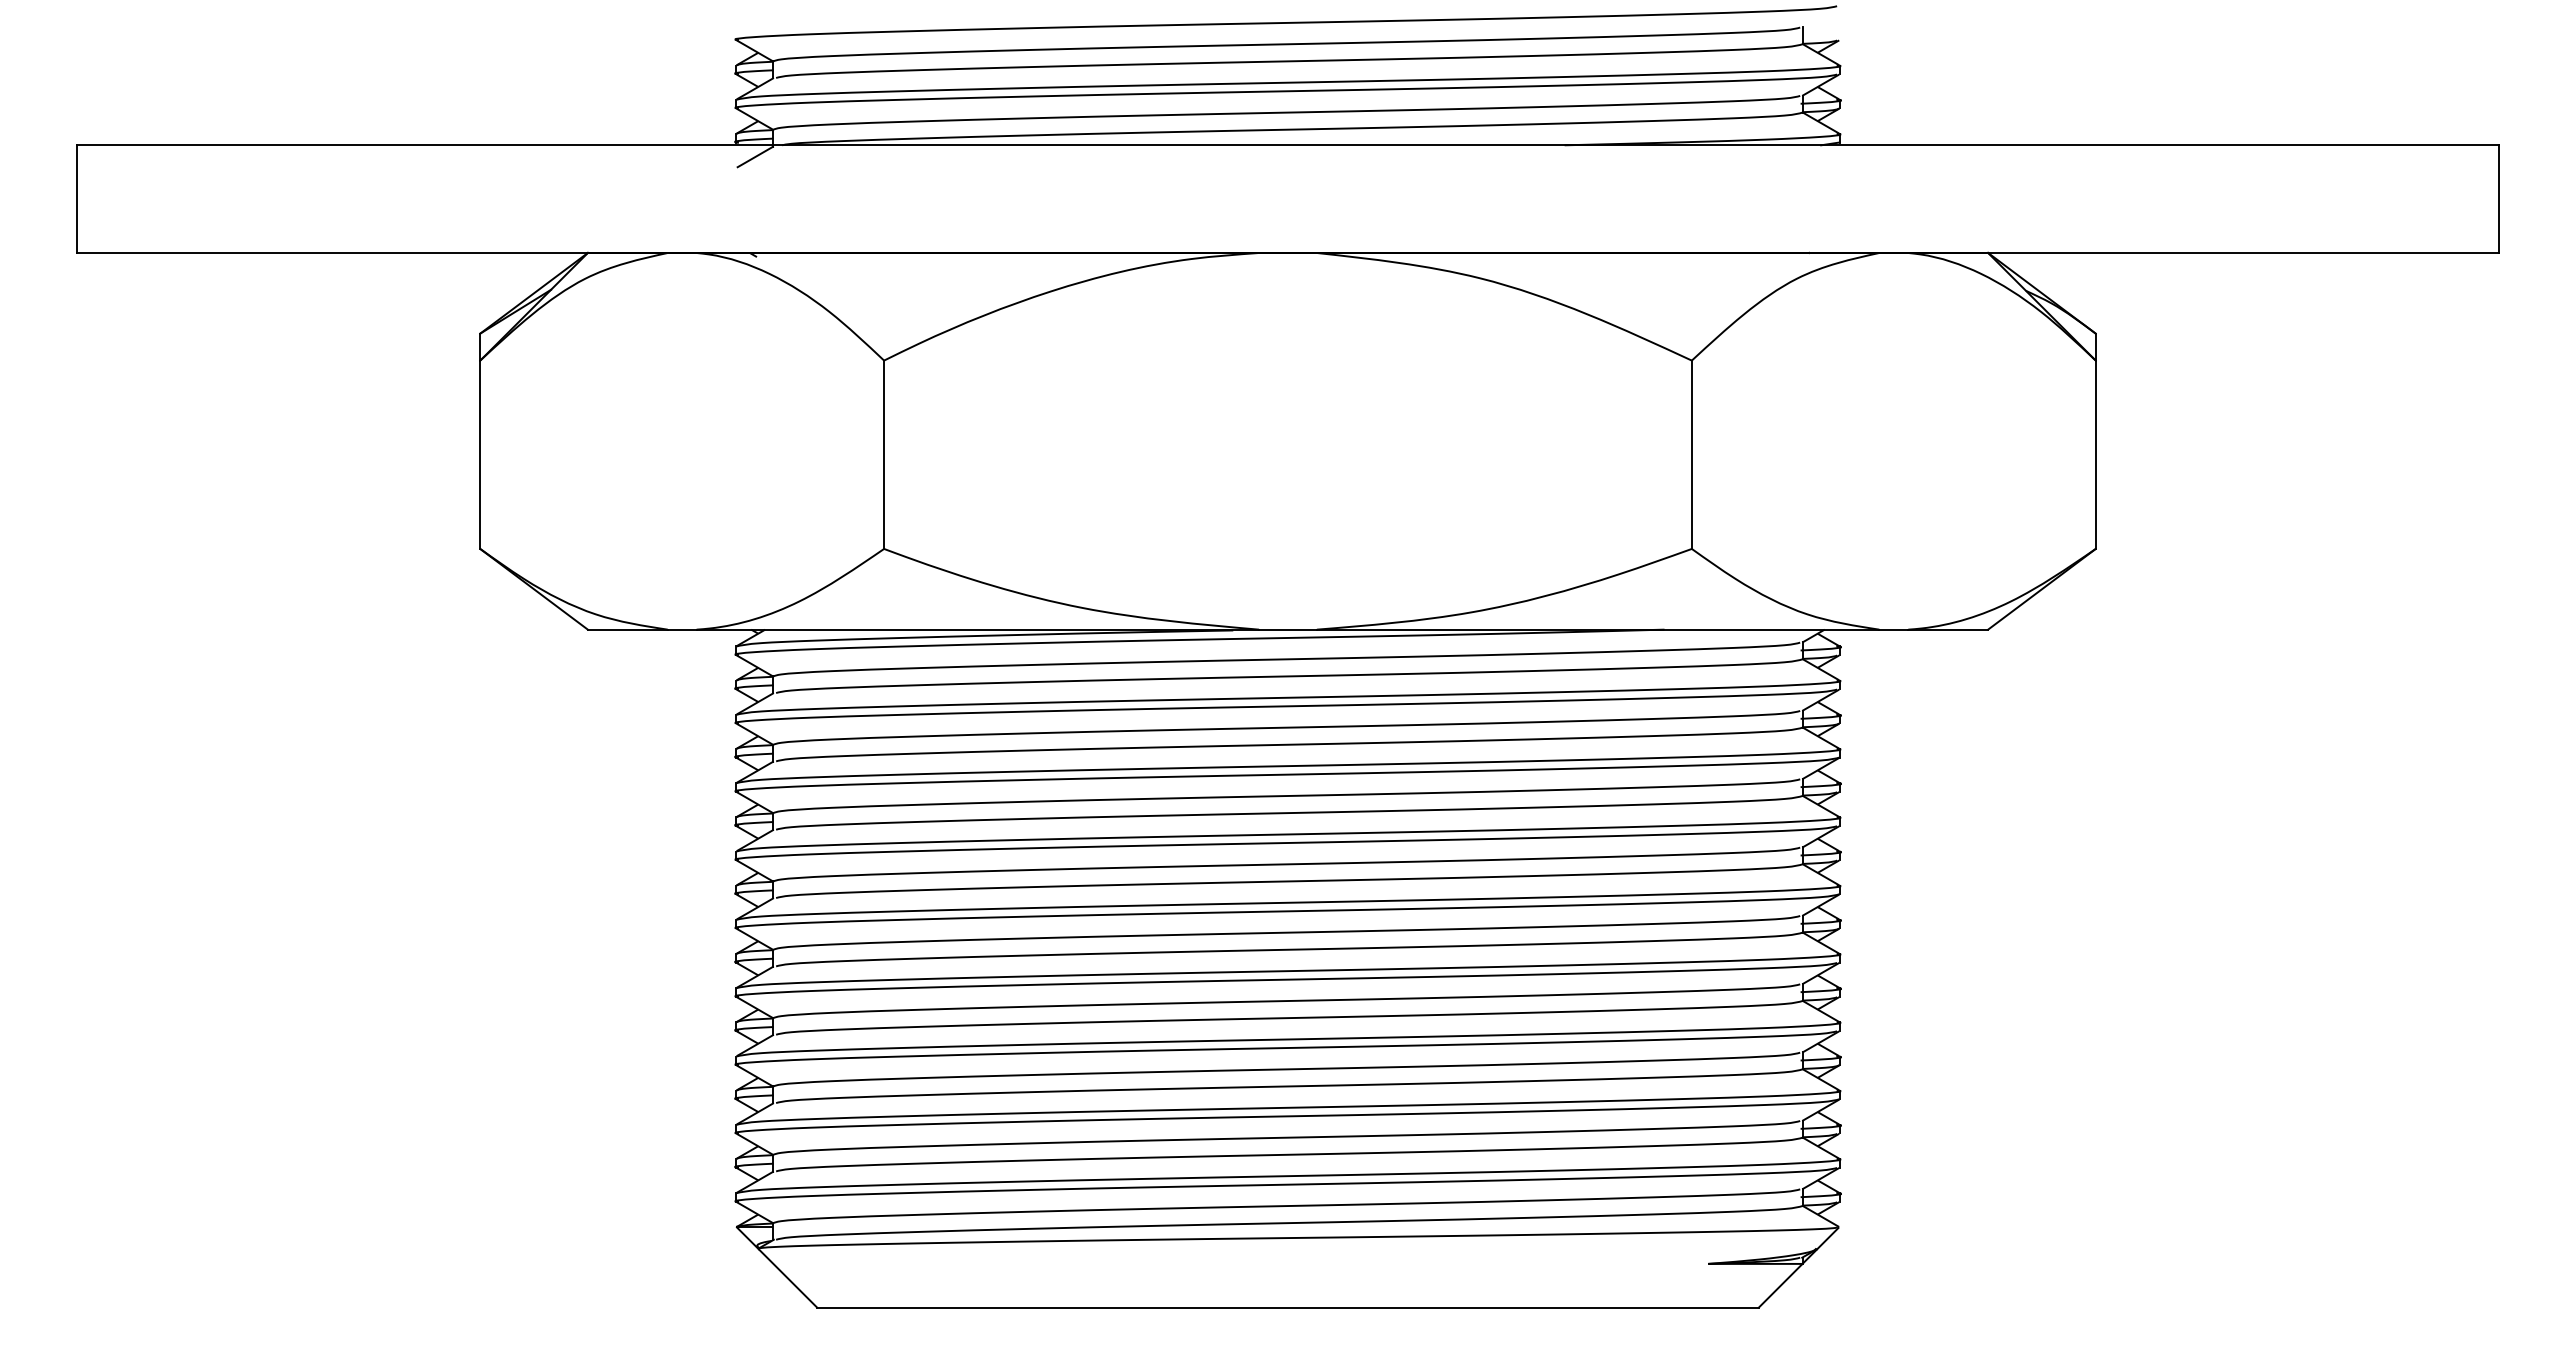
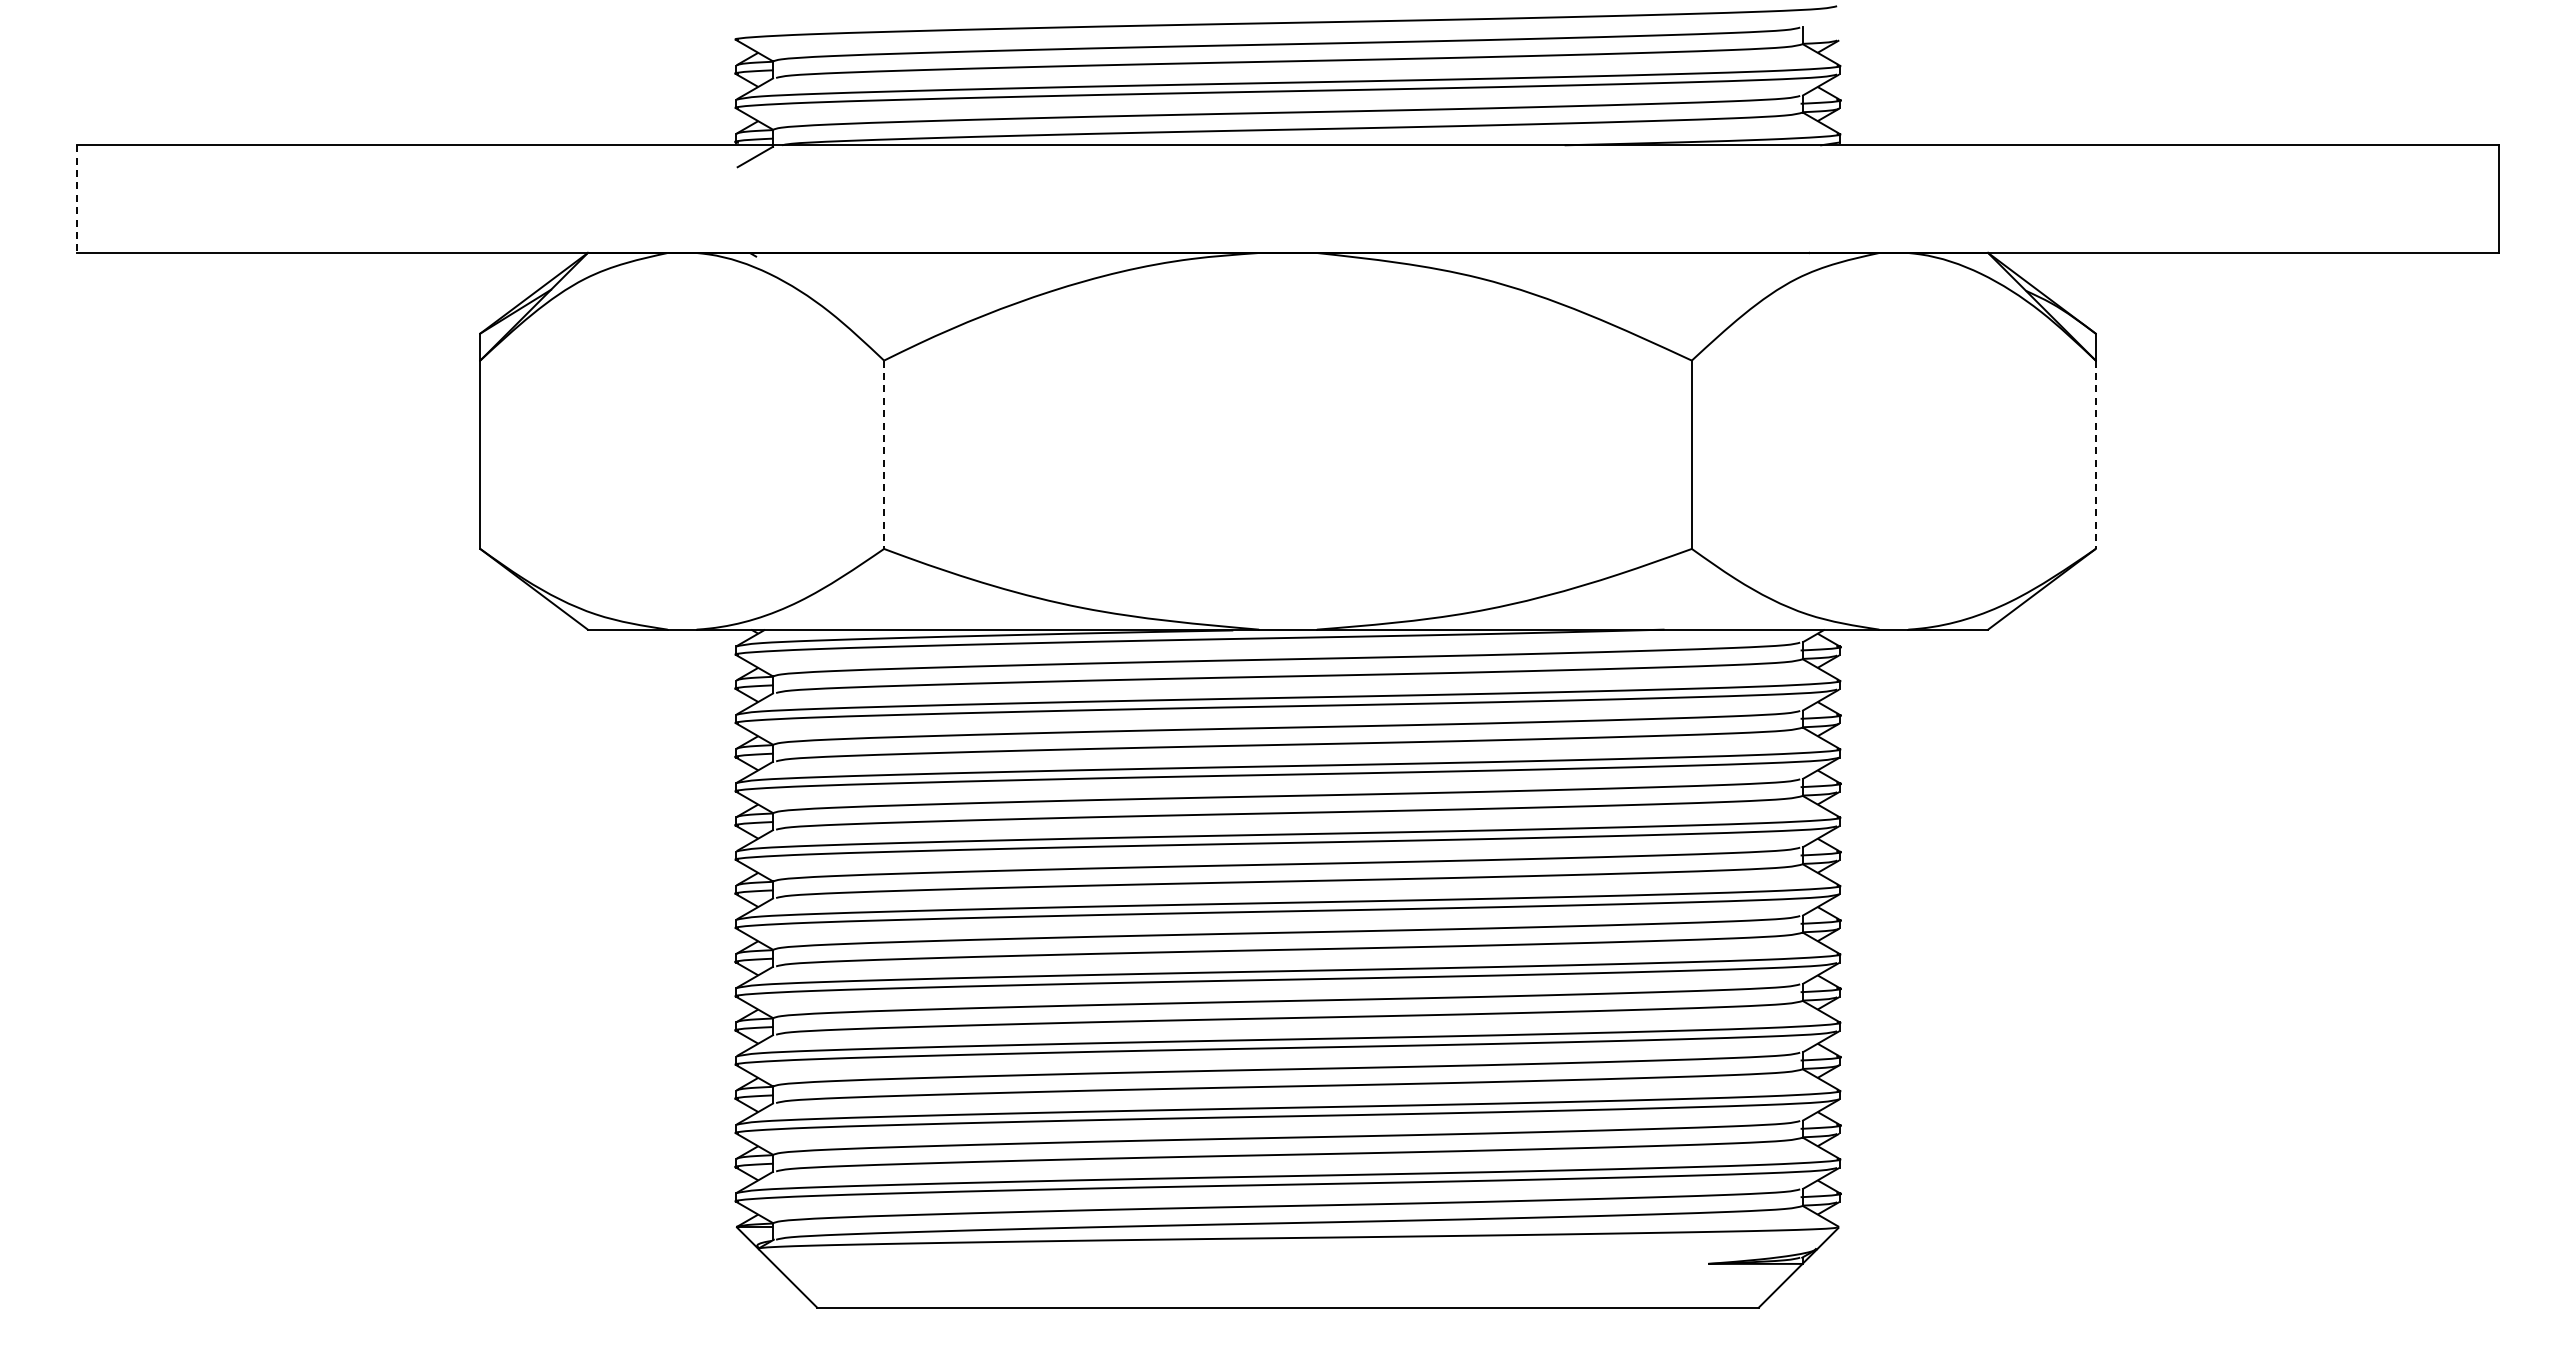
line at (77, 199): solid -> dashed
line at (884, 455): solid -> dashed
line at (2095, 455): solid -> dashed
